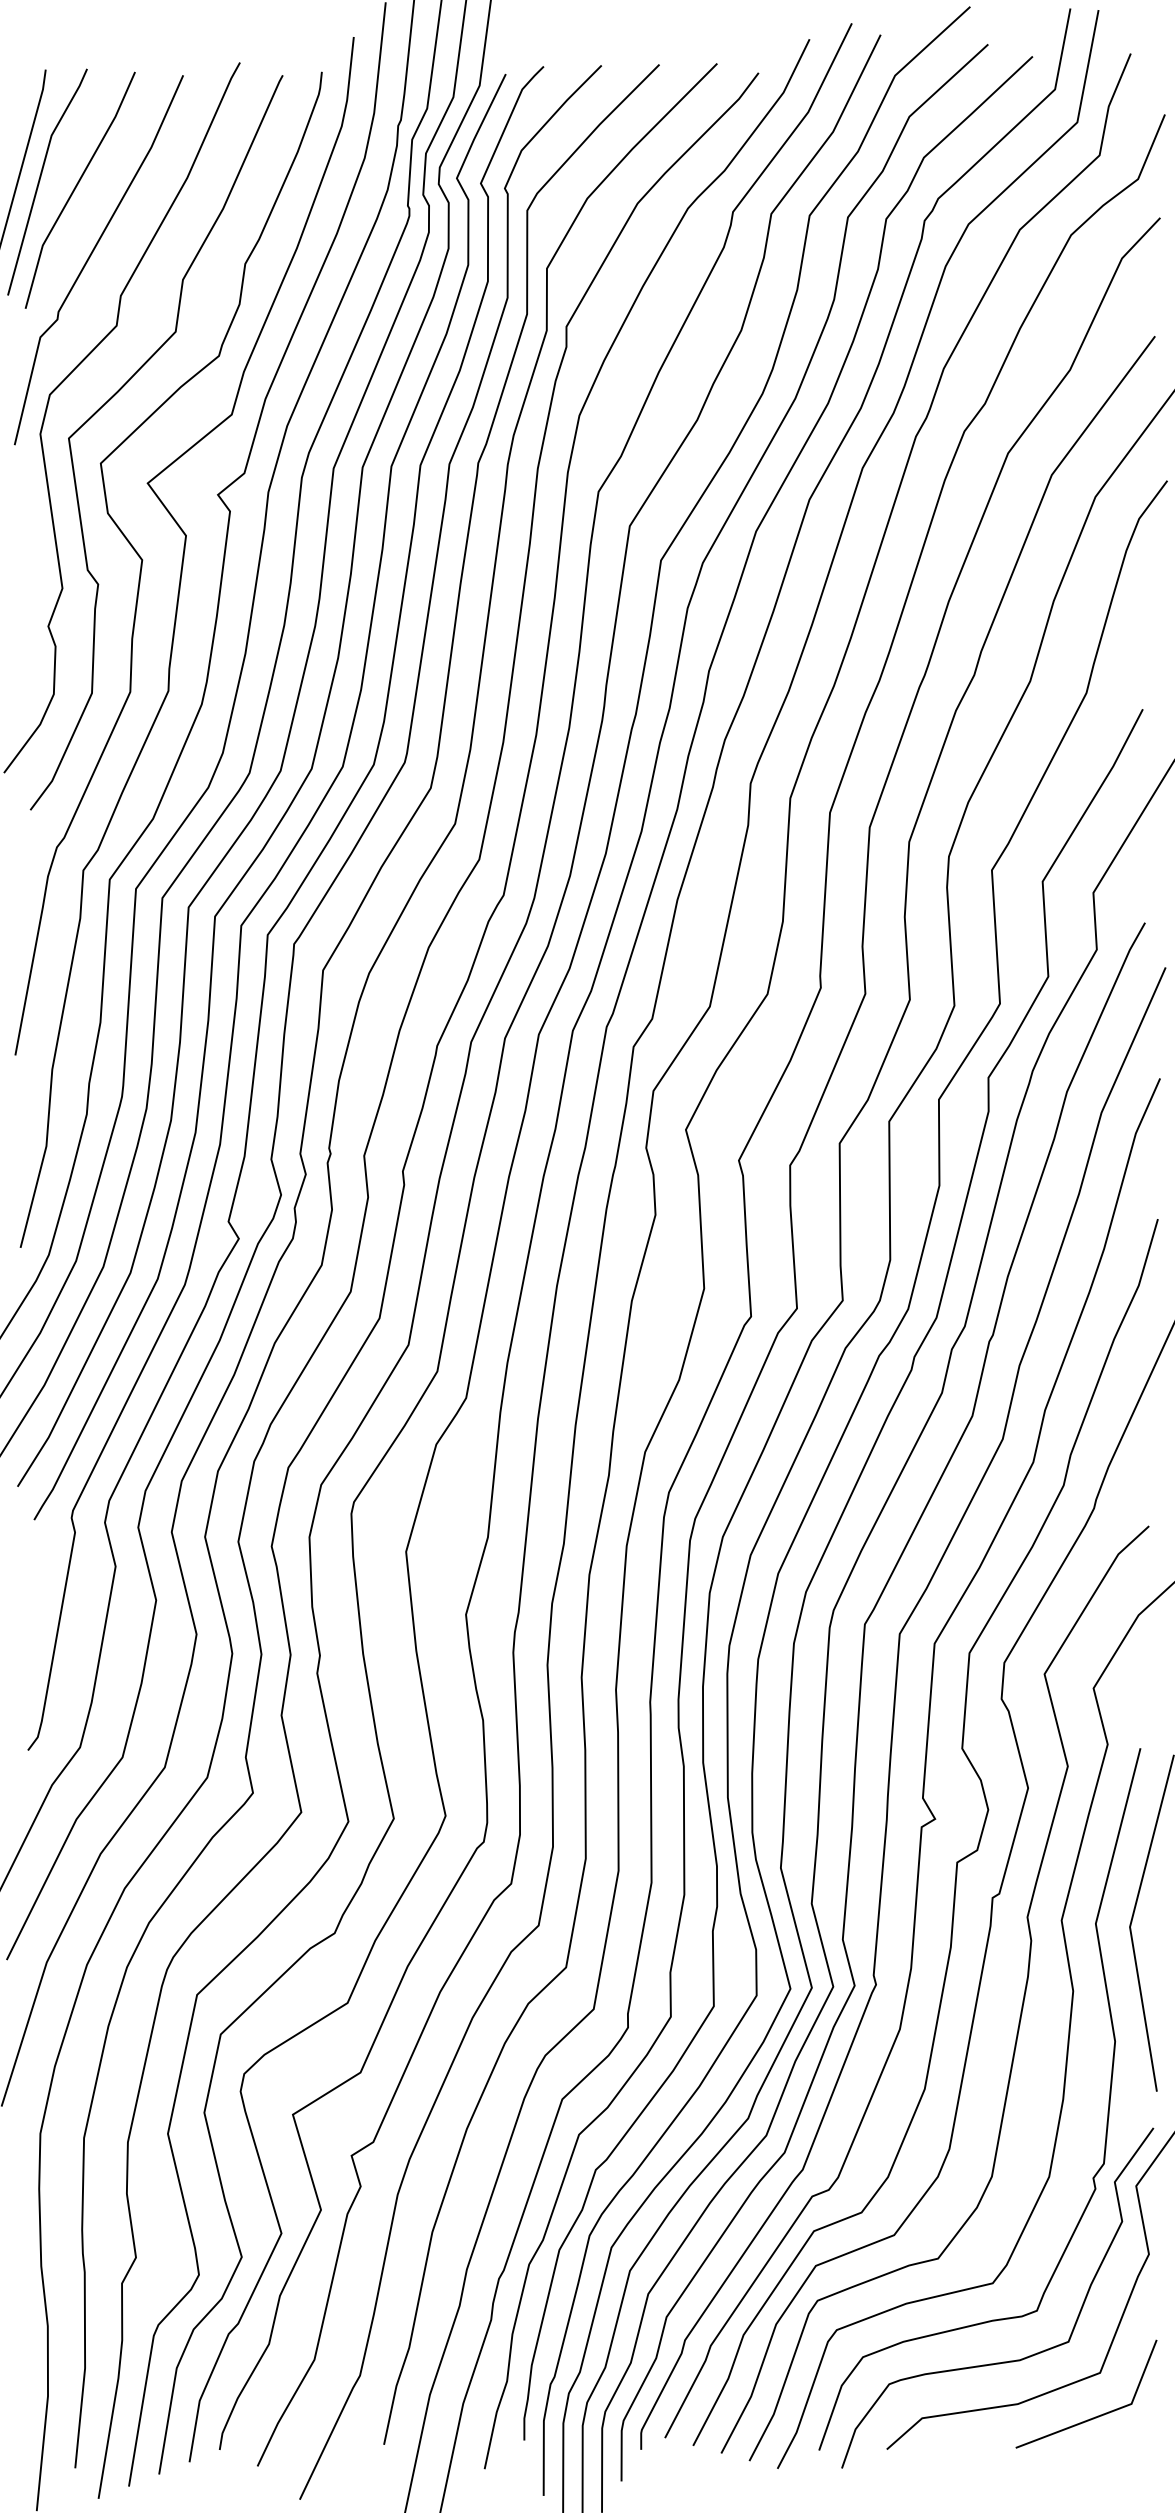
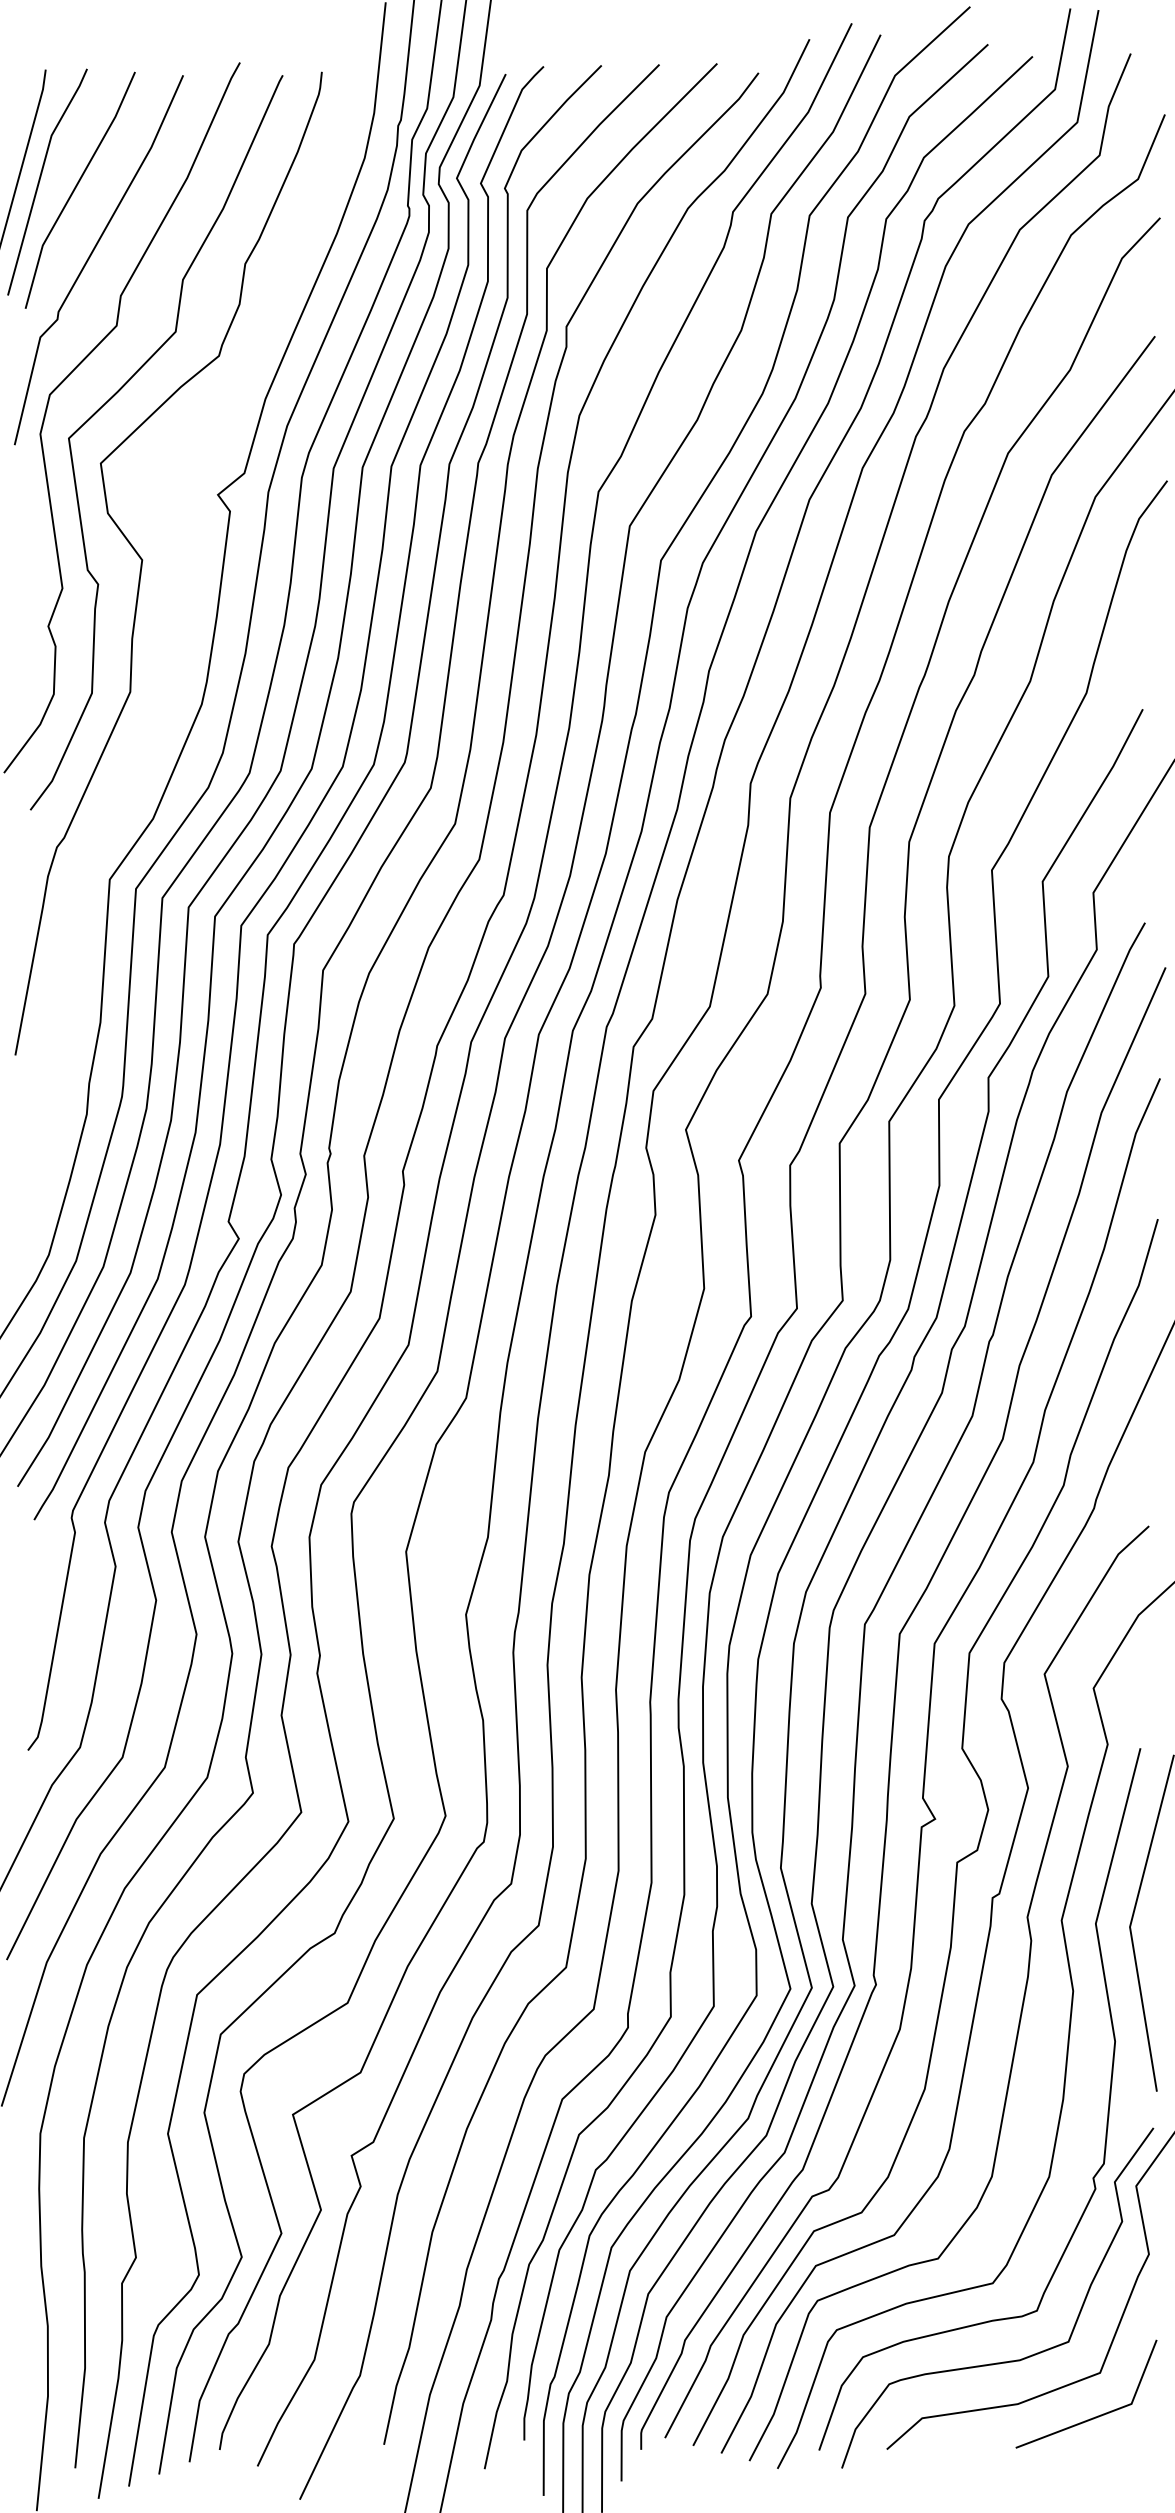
curve at (174, 638): present -> none
